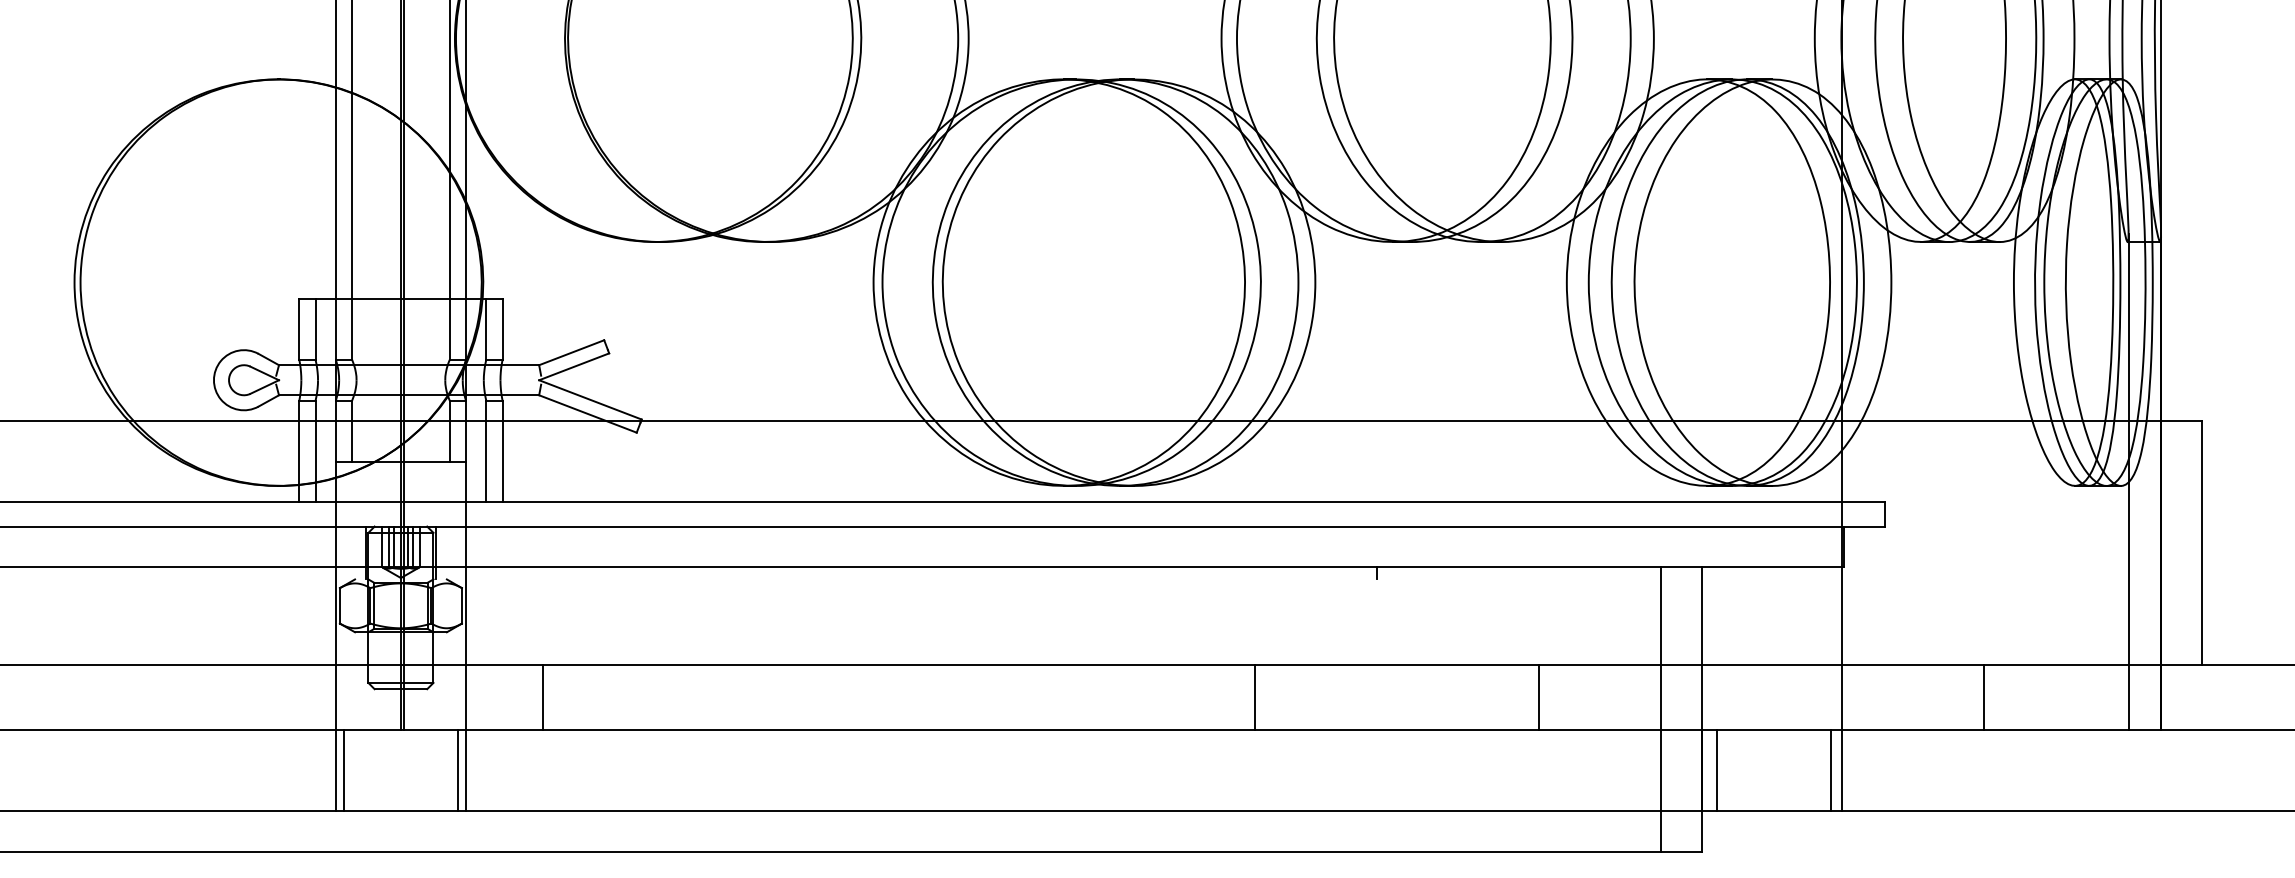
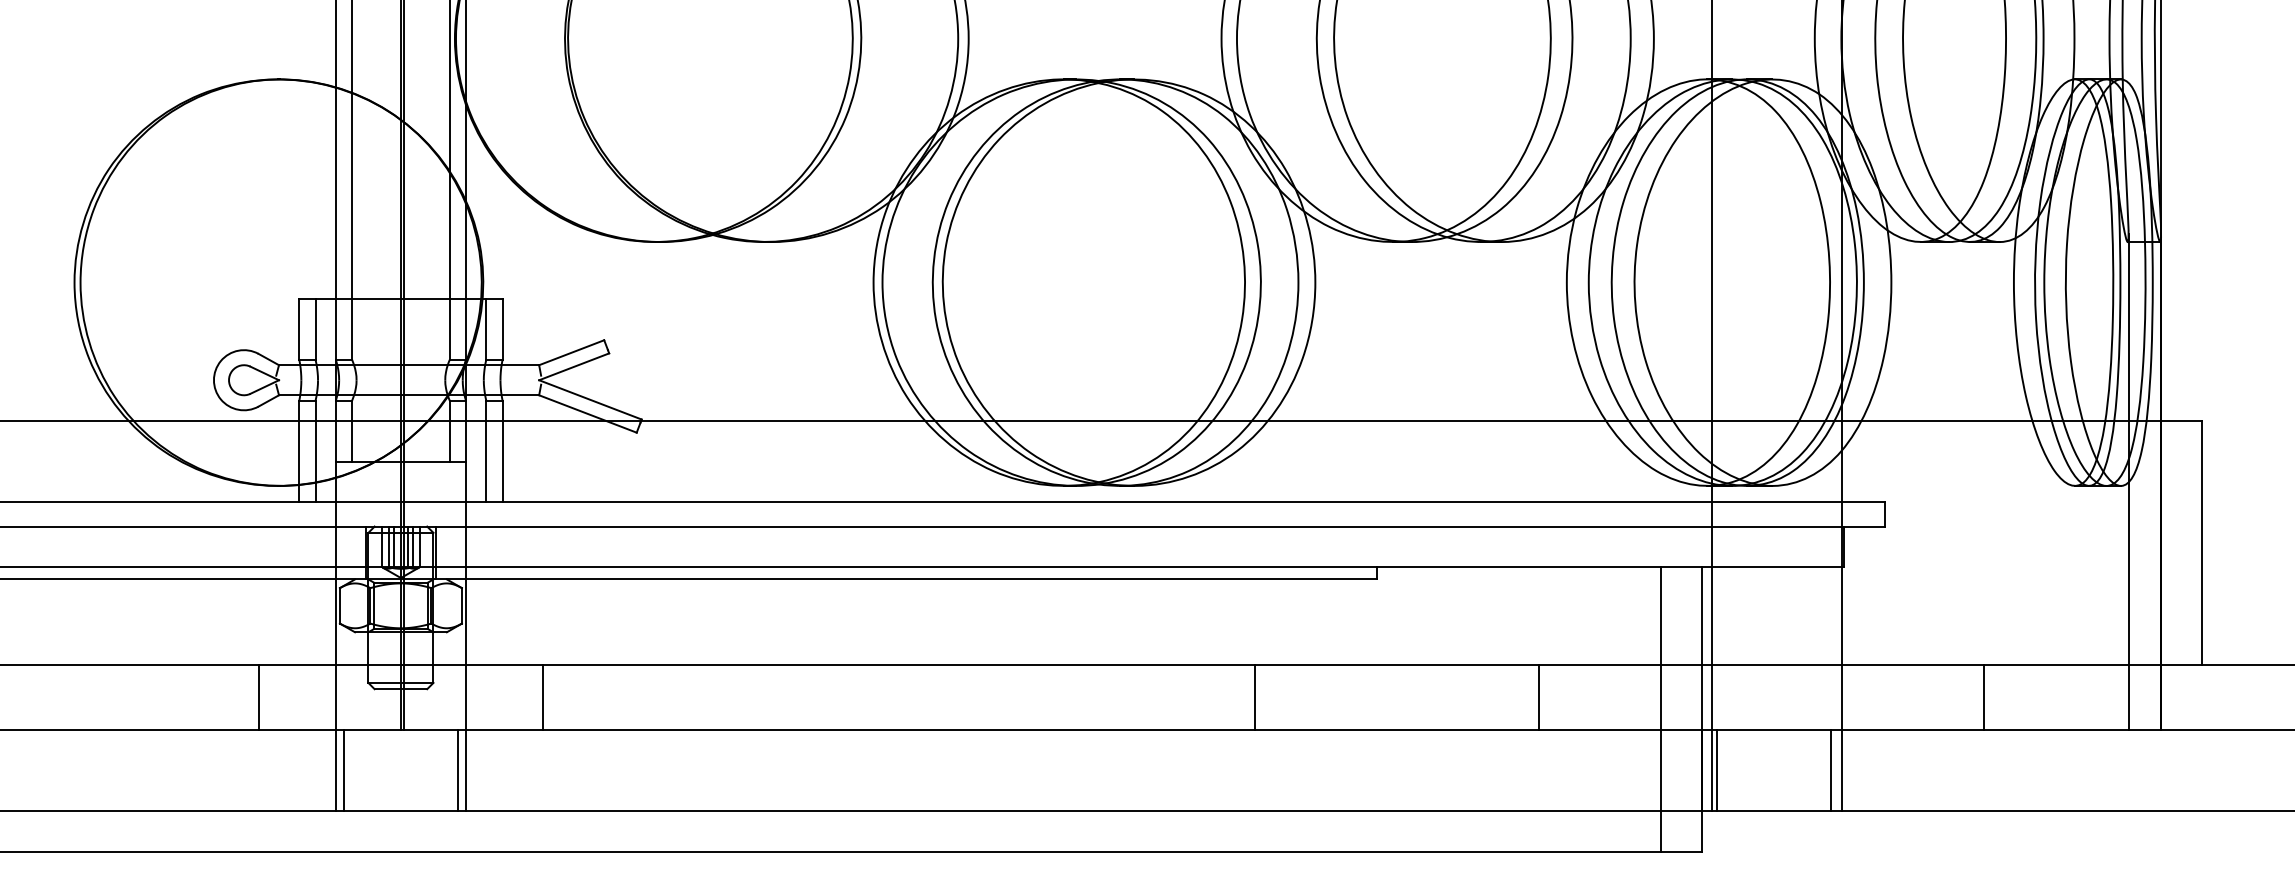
line at (1712, 406): none -> present
line at (689, 579): none -> present
line at (258, 696): none -> present
